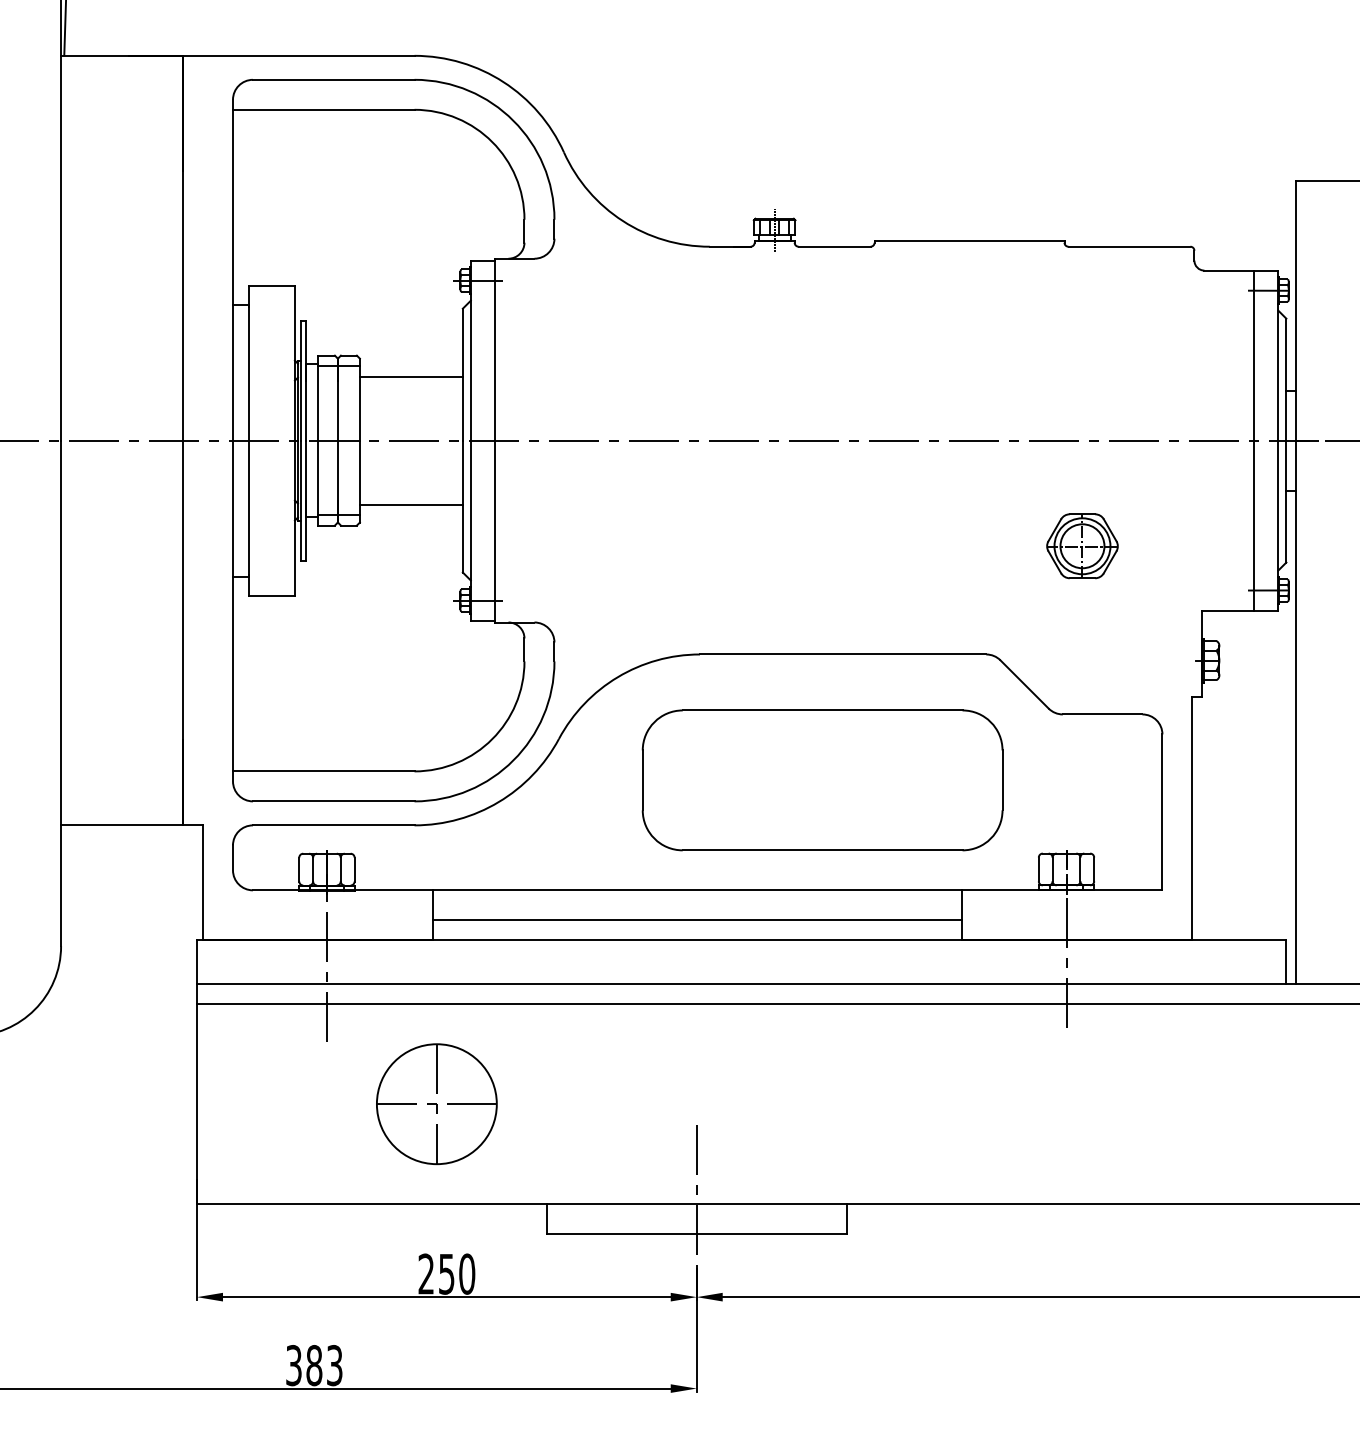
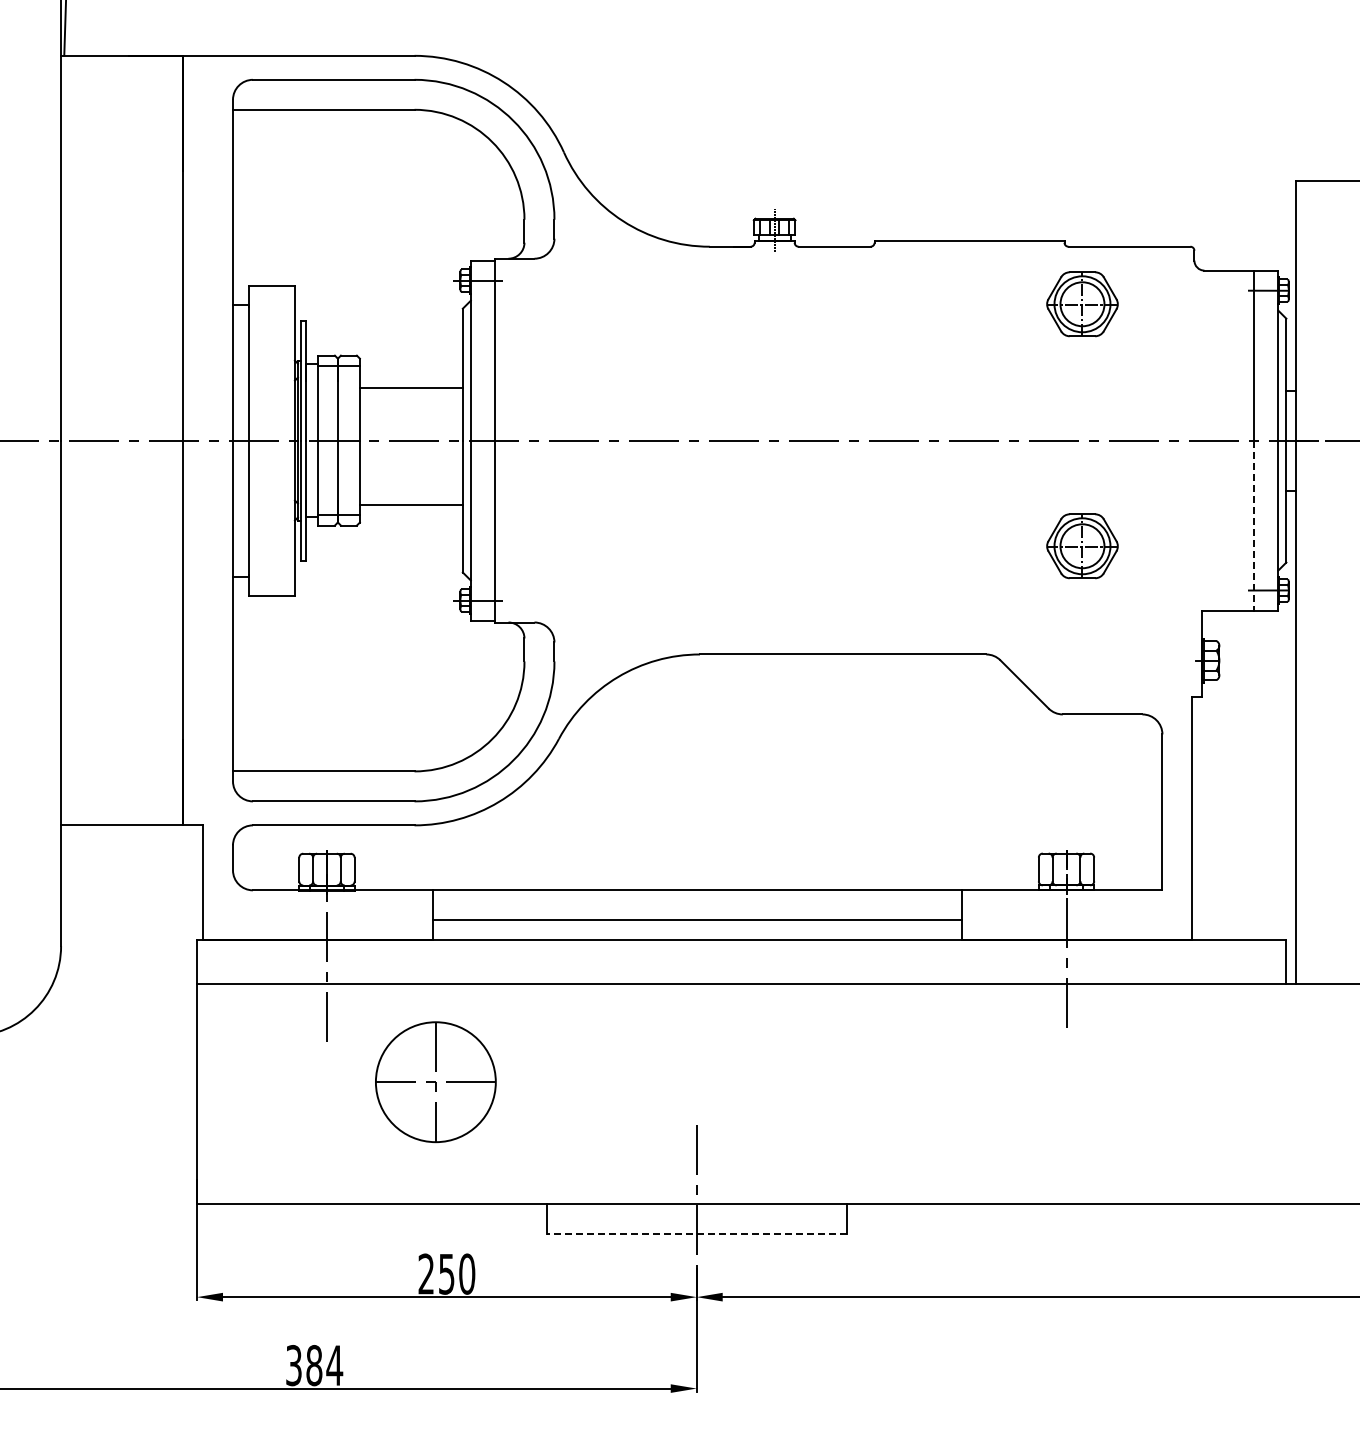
part at (1082, 304): none -> present
line at (410, 376) position: (410, 376) -> (410, 387)
line at (1254, 525): solid -> dashed
part at (822, 780): present -> none
line at (776, 1004): present -> none
part at (436, 1104) position: (436, 1104) -> (435, 1082)
line at (696, 1234): solid -> dashed
text at (334, 1365): 383 -> 384
